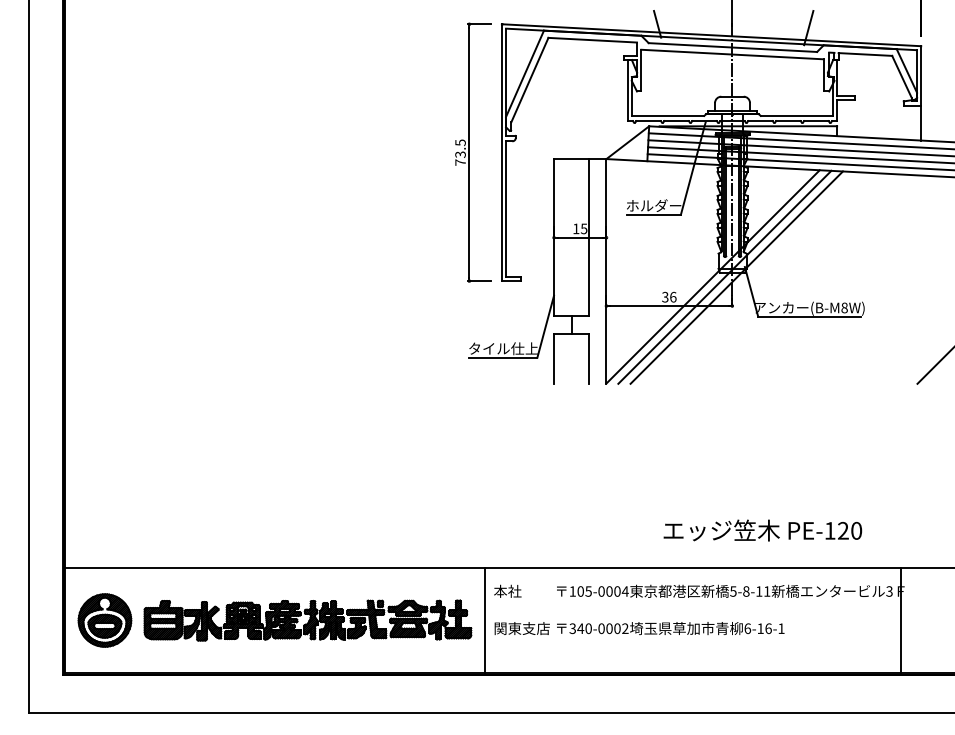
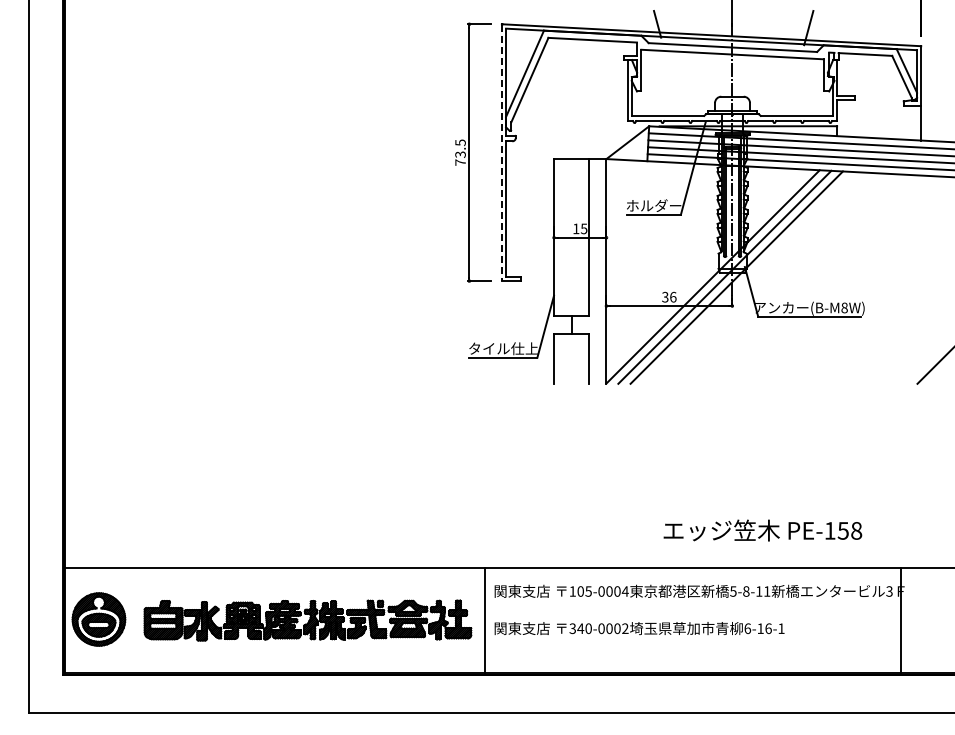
line at (501, 153): solid -> dashed
text at (849, 530): PE-120 -> PE-158
text at (521, 590): 本社 -> 関東支店
part at (104, 620) position: (104, 620) -> (98, 619)
